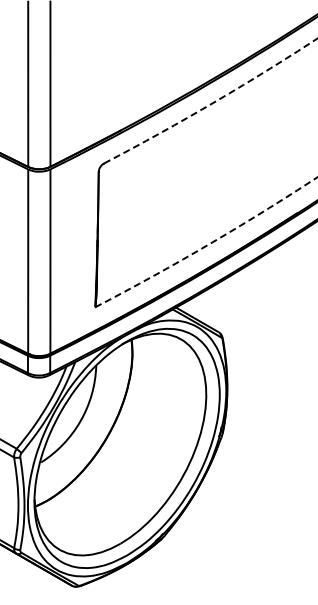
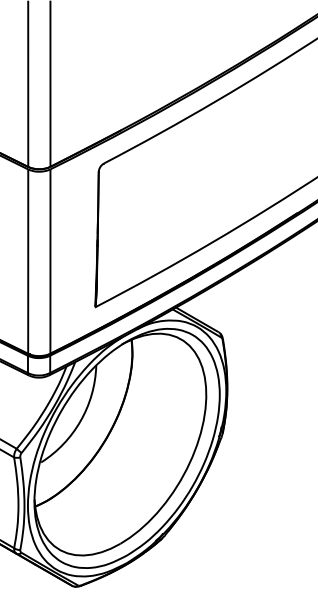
arc at (213, 102): dashed -> solid
arc at (208, 244): dashed -> solid
